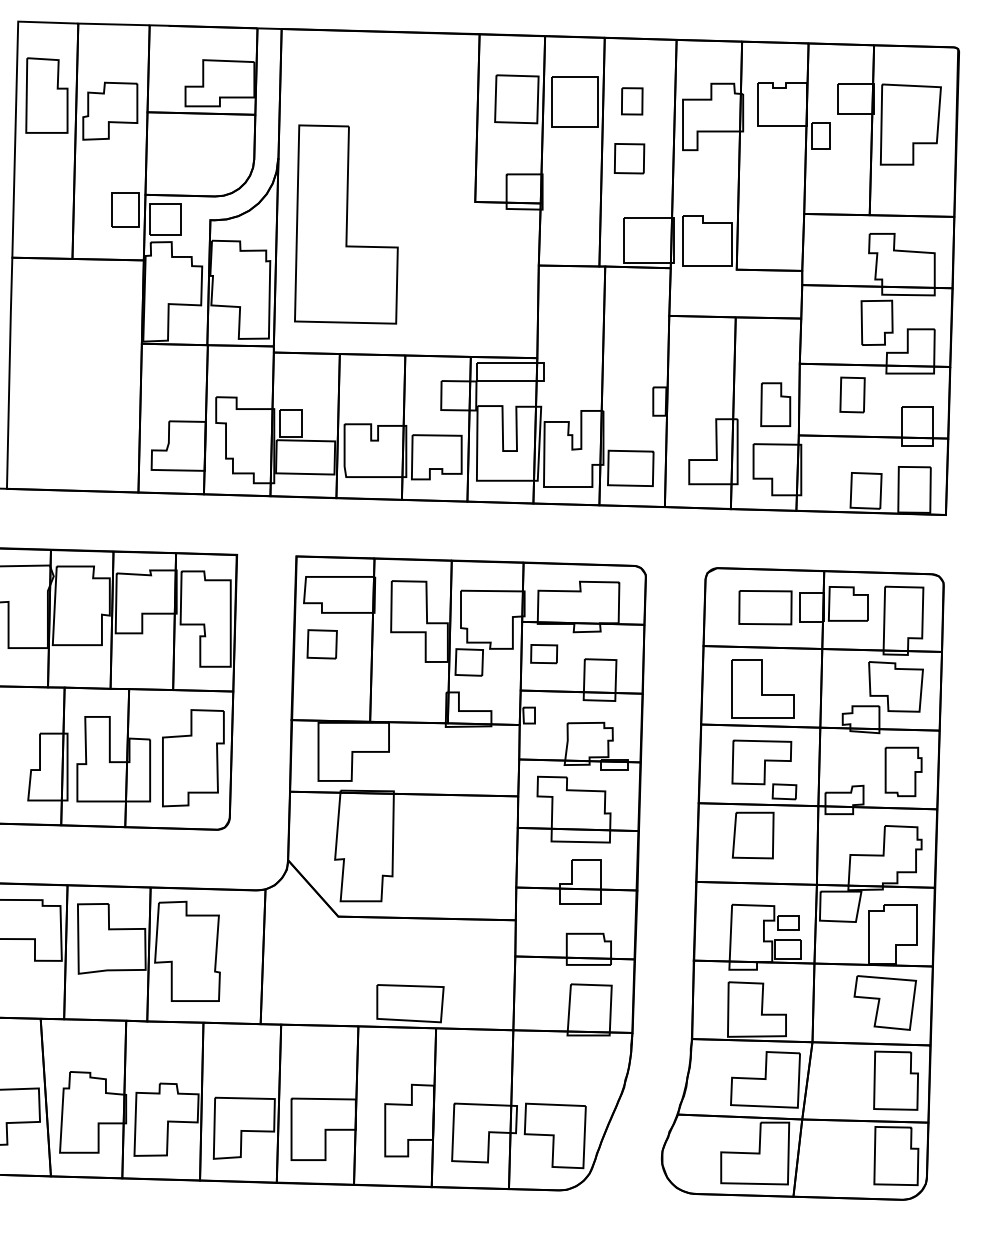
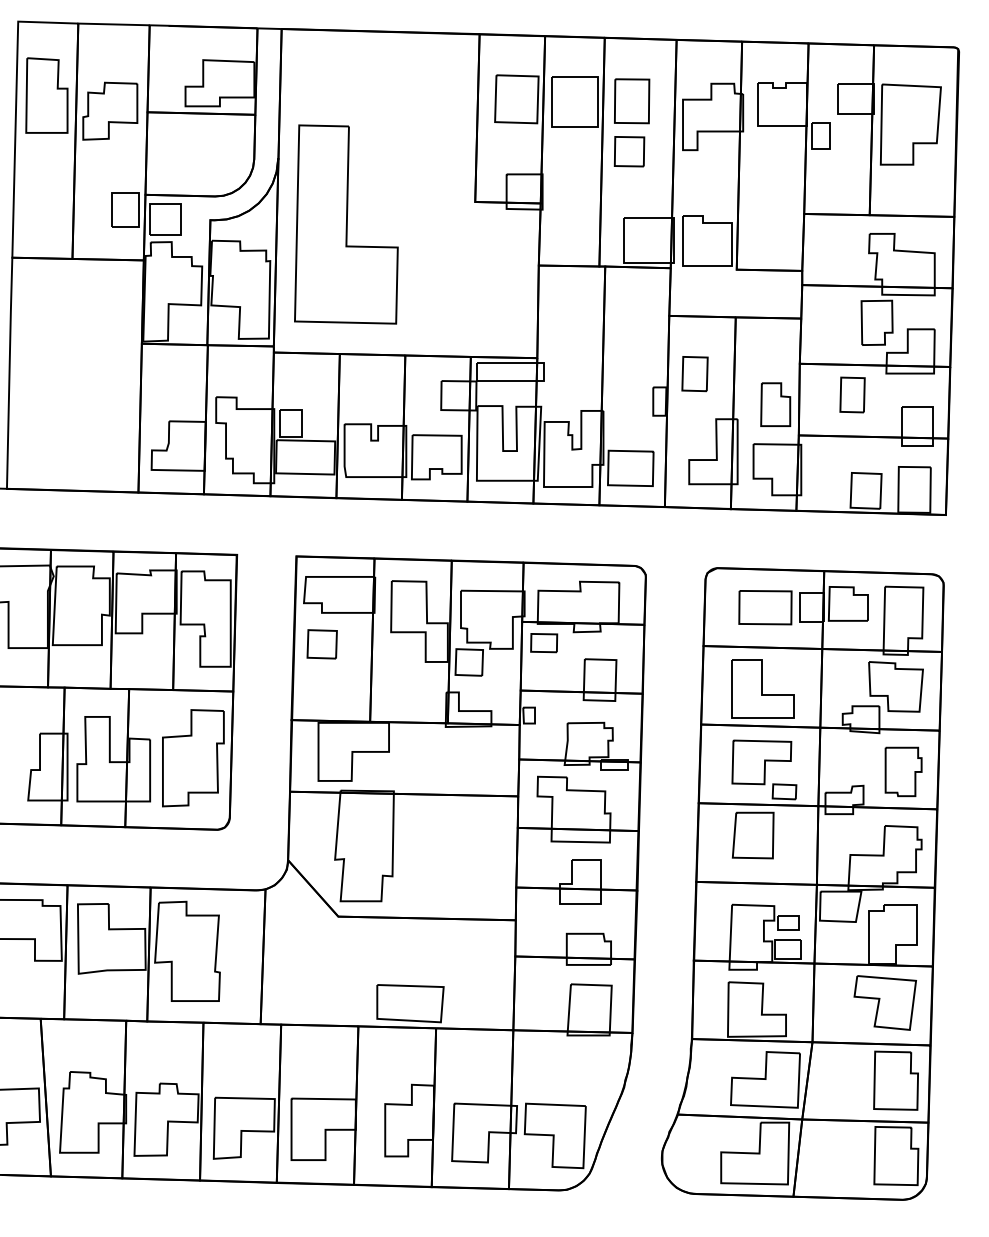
part at (632, 101) size: 23x29 px -> 37x47 px
part at (629, 158) position: (629, 158) -> (629, 151)
part at (694, 374): none -> present
part at (544, 654) position: (544, 654) -> (544, 643)
